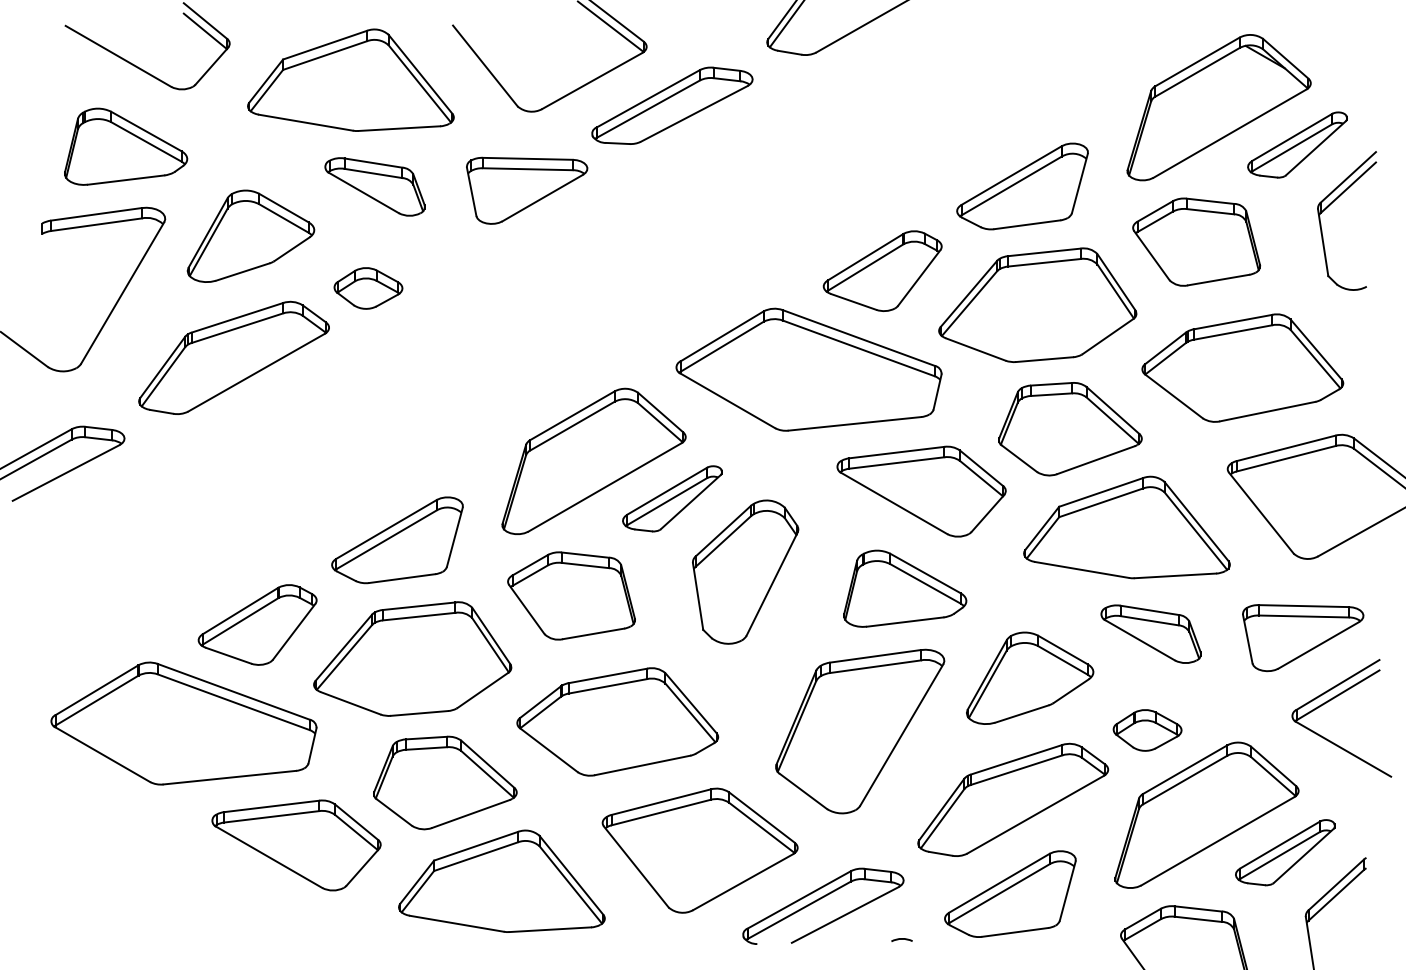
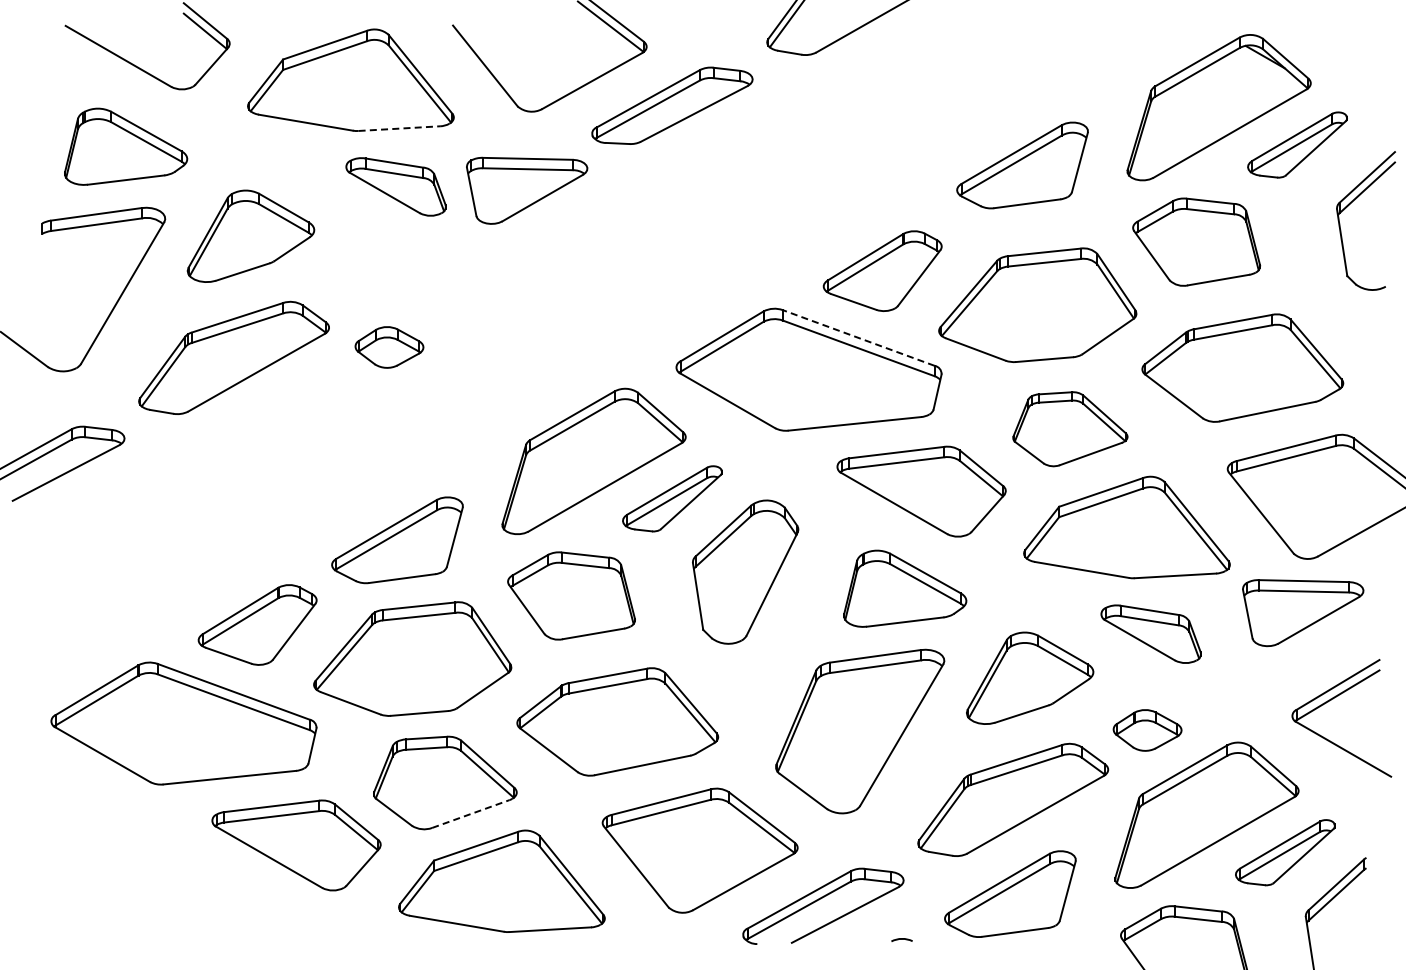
line at (399, 128): solid -> dashed
part at (374, 186) position: (374, 186) -> (395, 186)
part at (1022, 186) position: (1022, 186) -> (1022, 165)
part at (1331, 204) position: (1331, 204) -> (1350, 204)
part at (368, 288) position: (368, 288) -> (389, 347)
line at (858, 337): solid -> dashed
part at (1070, 429) size: 145x95 px -> 117x77 px
part at (1303, 638) position: (1303, 638) -> (1303, 613)
line at (471, 813): solid -> dashed
